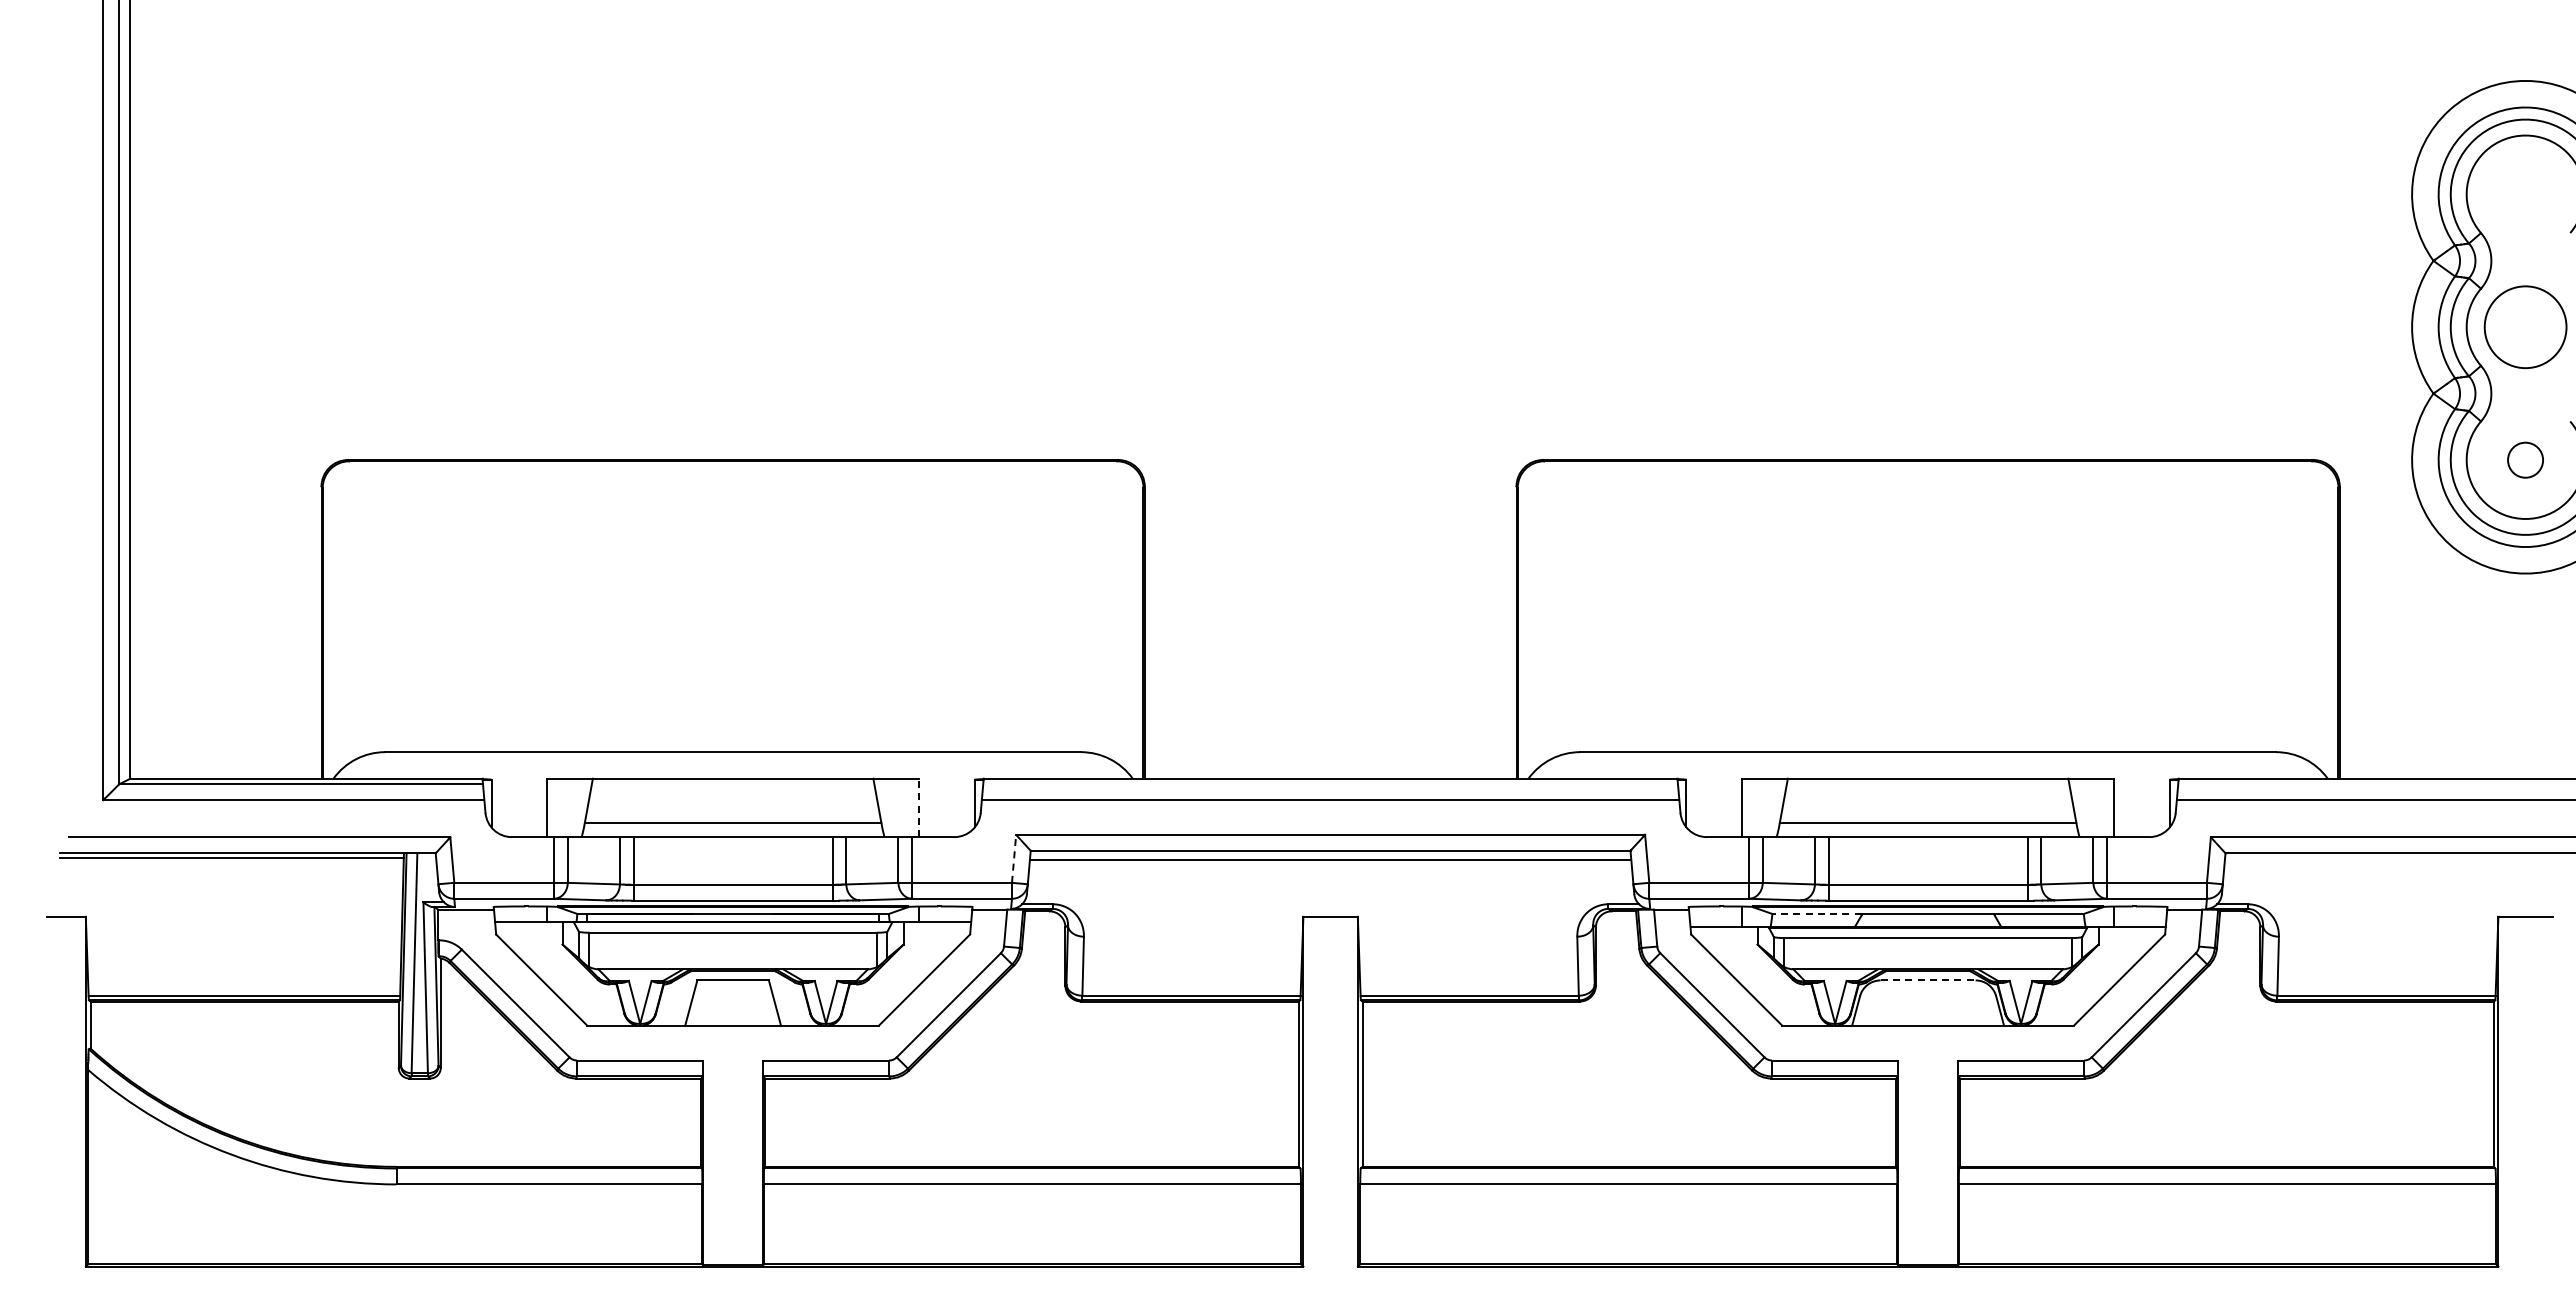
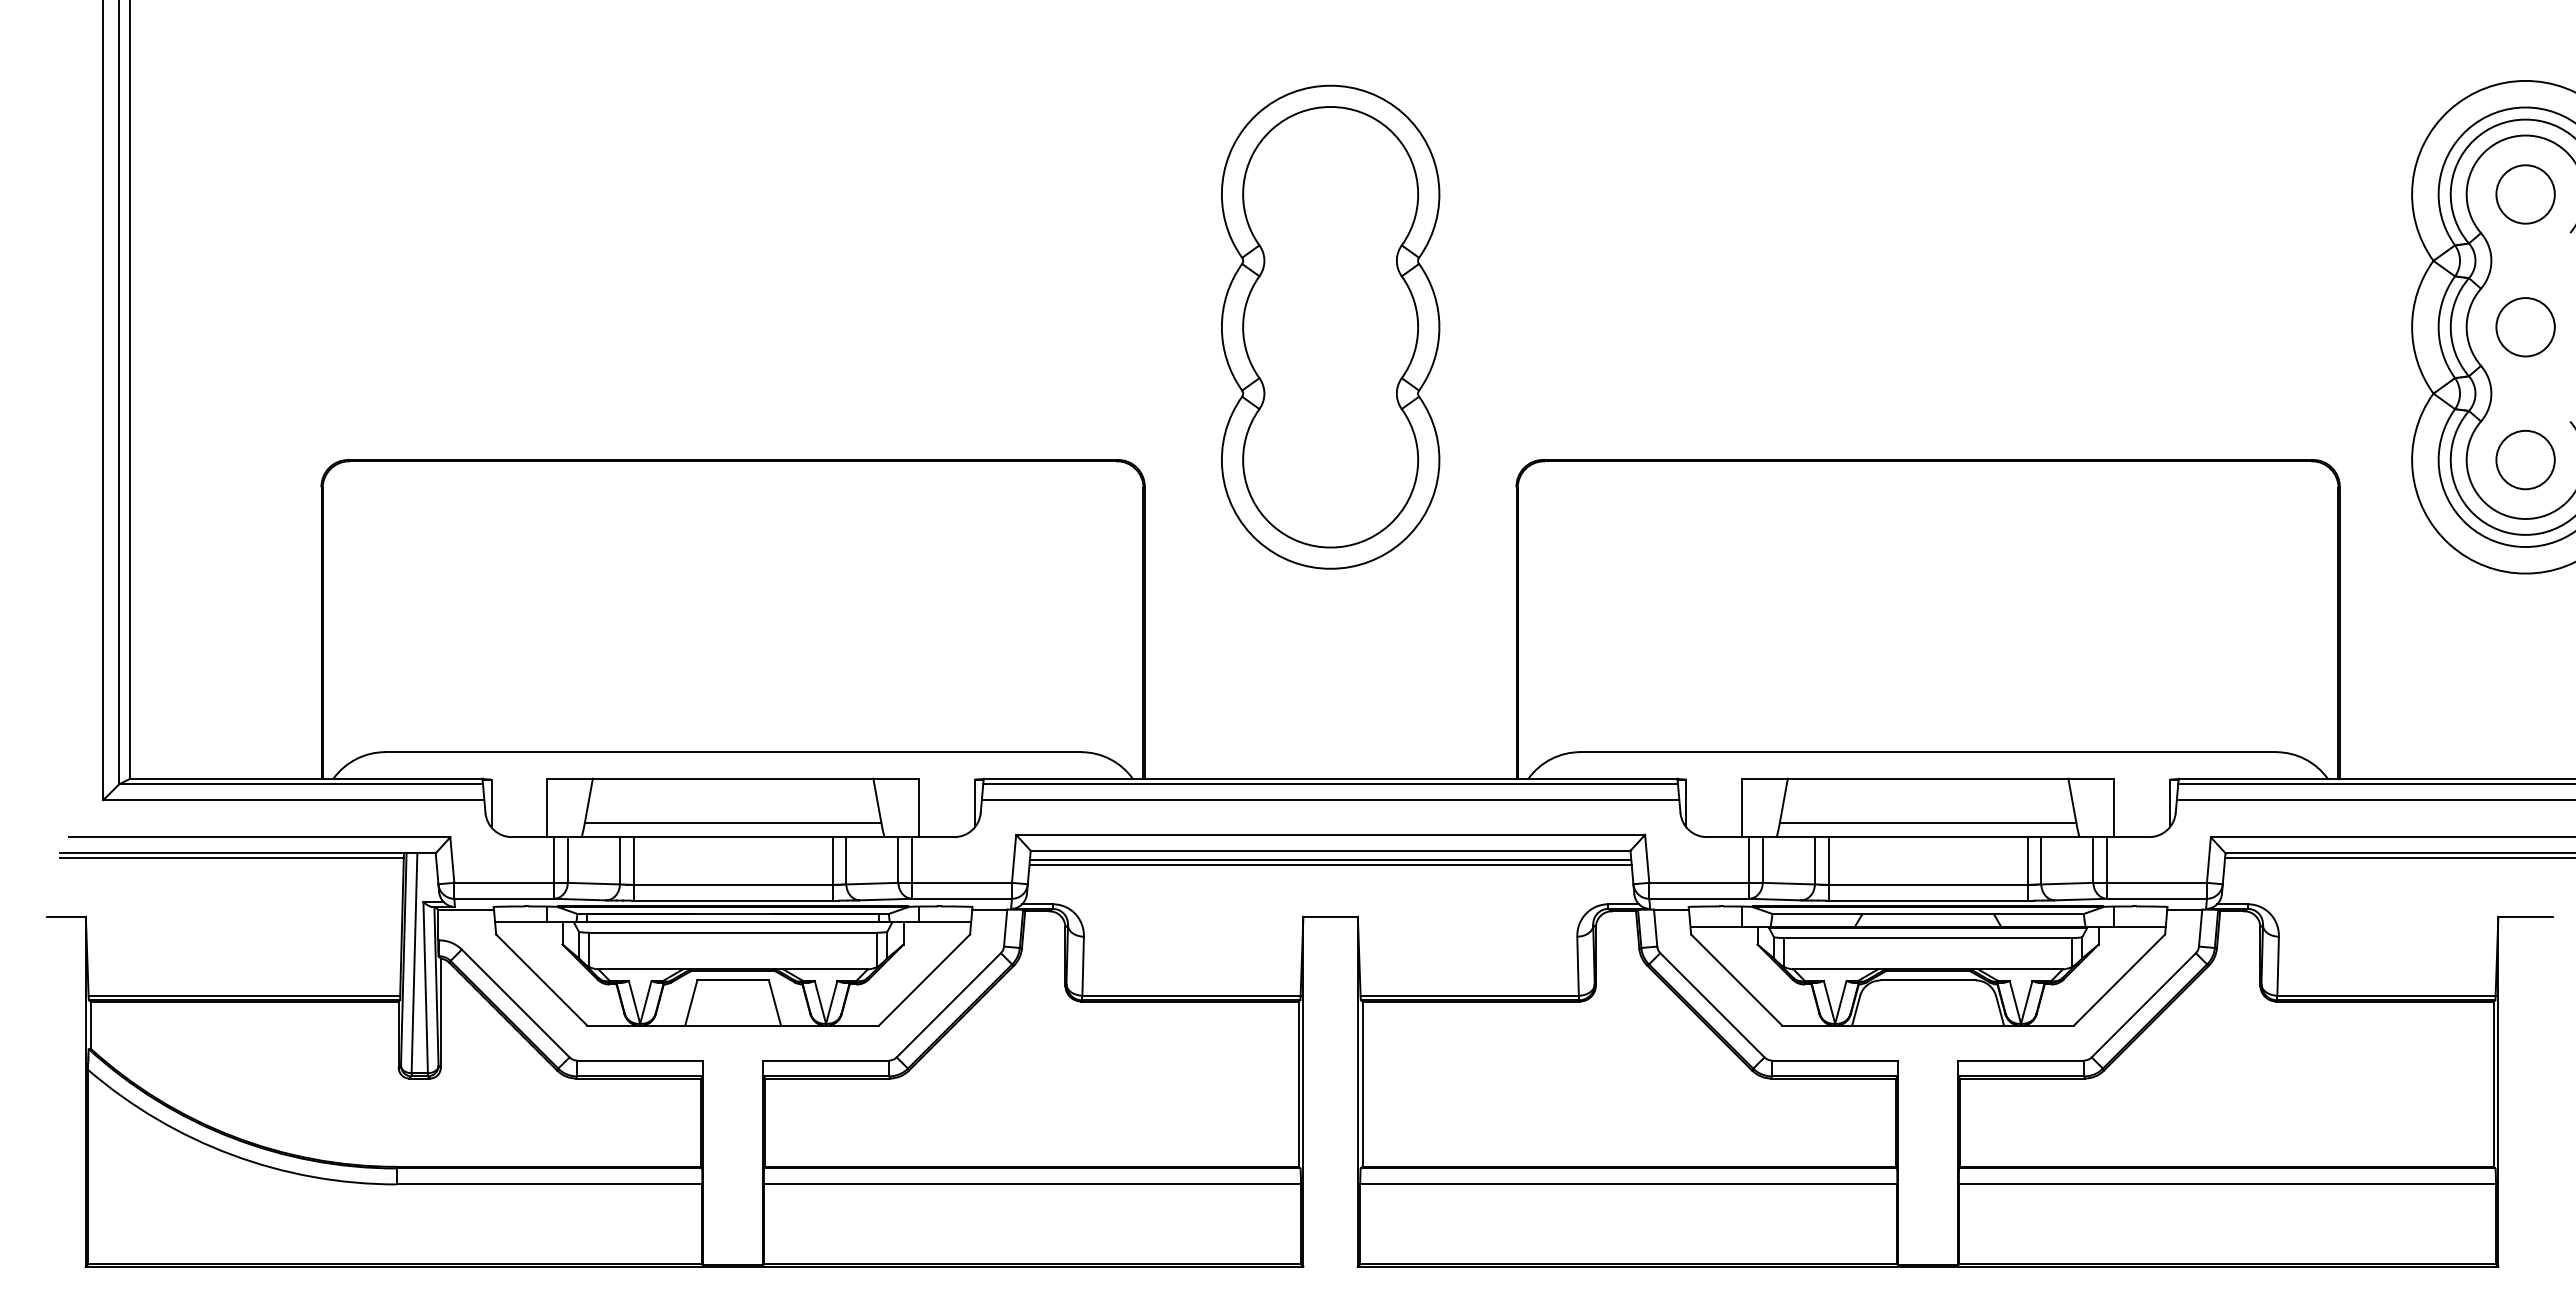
circle at (2525, 194): none -> present
part at (1330, 326): none -> present
circle at (2525, 327) diameter: 82 px -> 58 px
circle at (2525, 459) size: 37x38 px -> 61x61 px
line at (1330, 784): none -> present
line at (2375, 784): none -> present
line at (919, 807): dashed -> solid
line at (2398, 857): none -> present
line at (1014, 858): dashed -> solid
line at (1330, 864): none -> present
line at (1816, 913): dashed -> solid
line at (1928, 980): dashed -> solid
